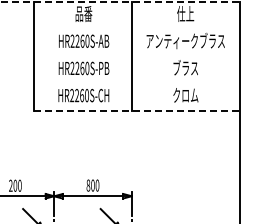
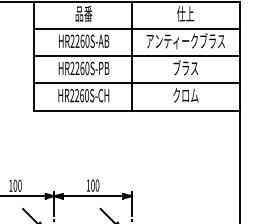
line at (120, 1): dashed -> solid
line at (136, 29): none -> present
line at (136, 56): none -> present
line at (136, 83): none -> present
line at (136, 110): dashed -> solid
text at (10, 185): 200 -> 100
text at (88, 185): 800 -> 100
